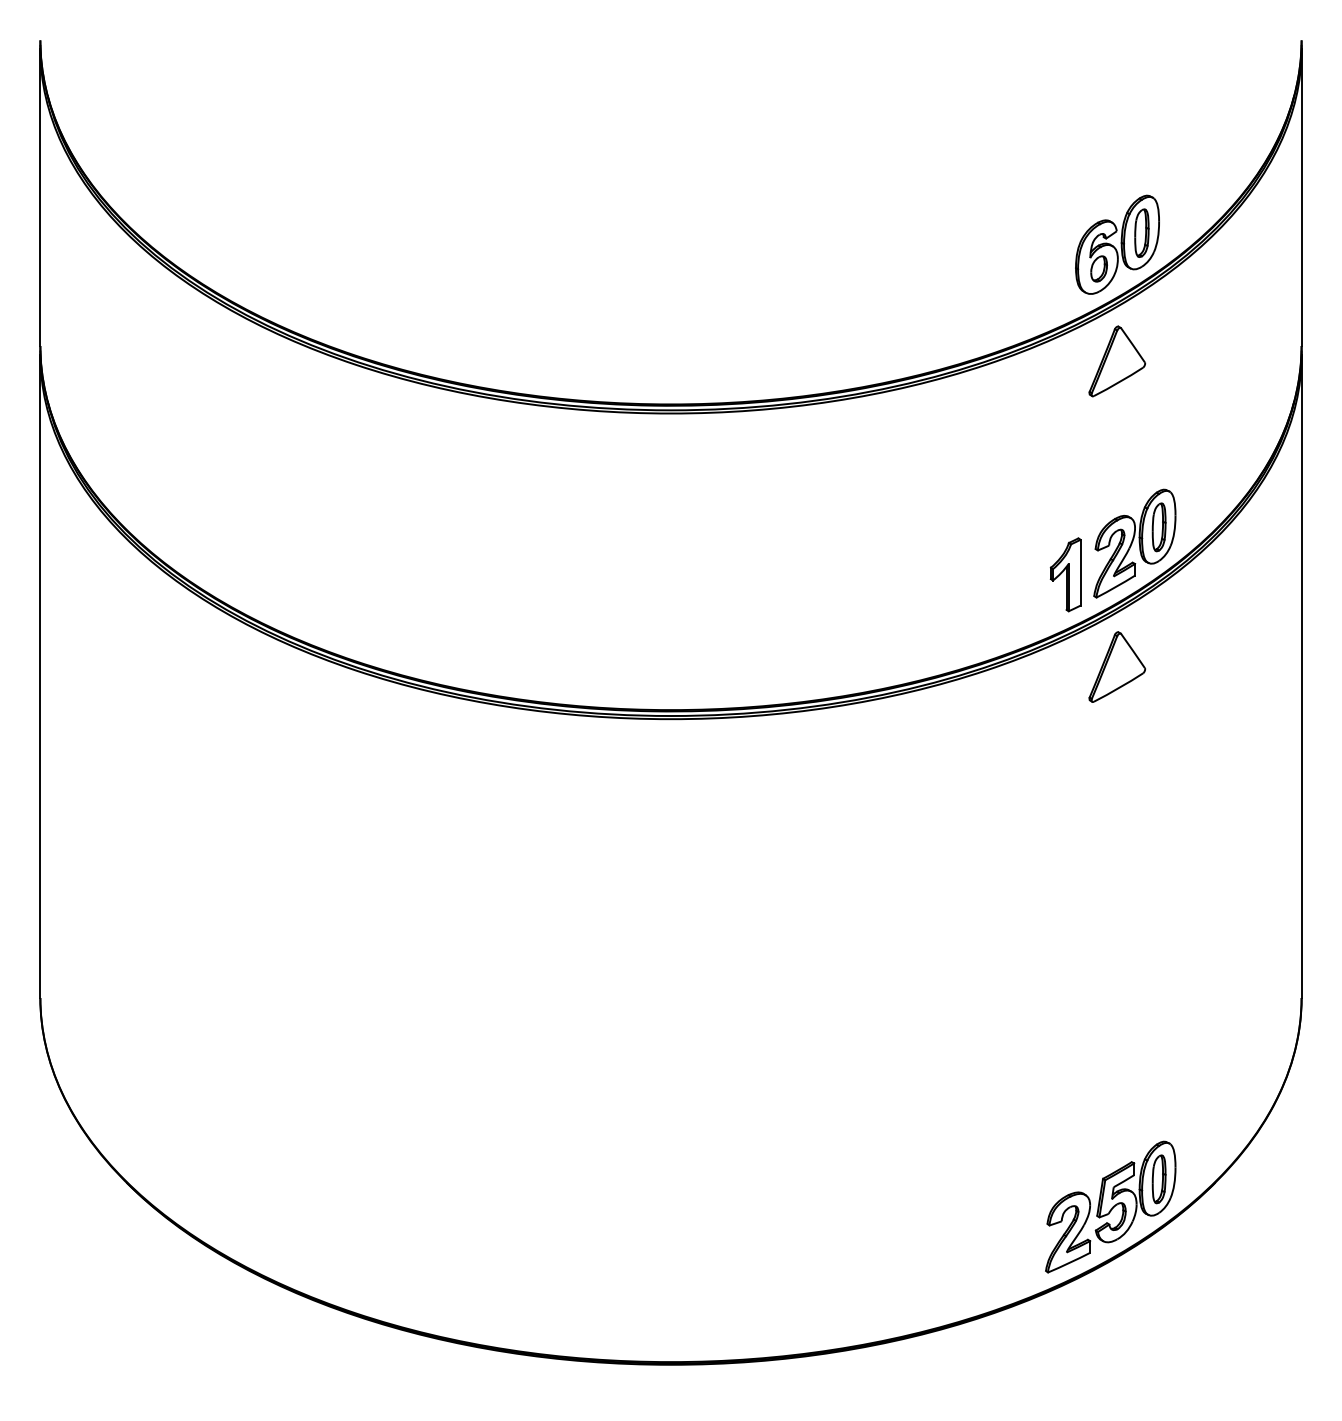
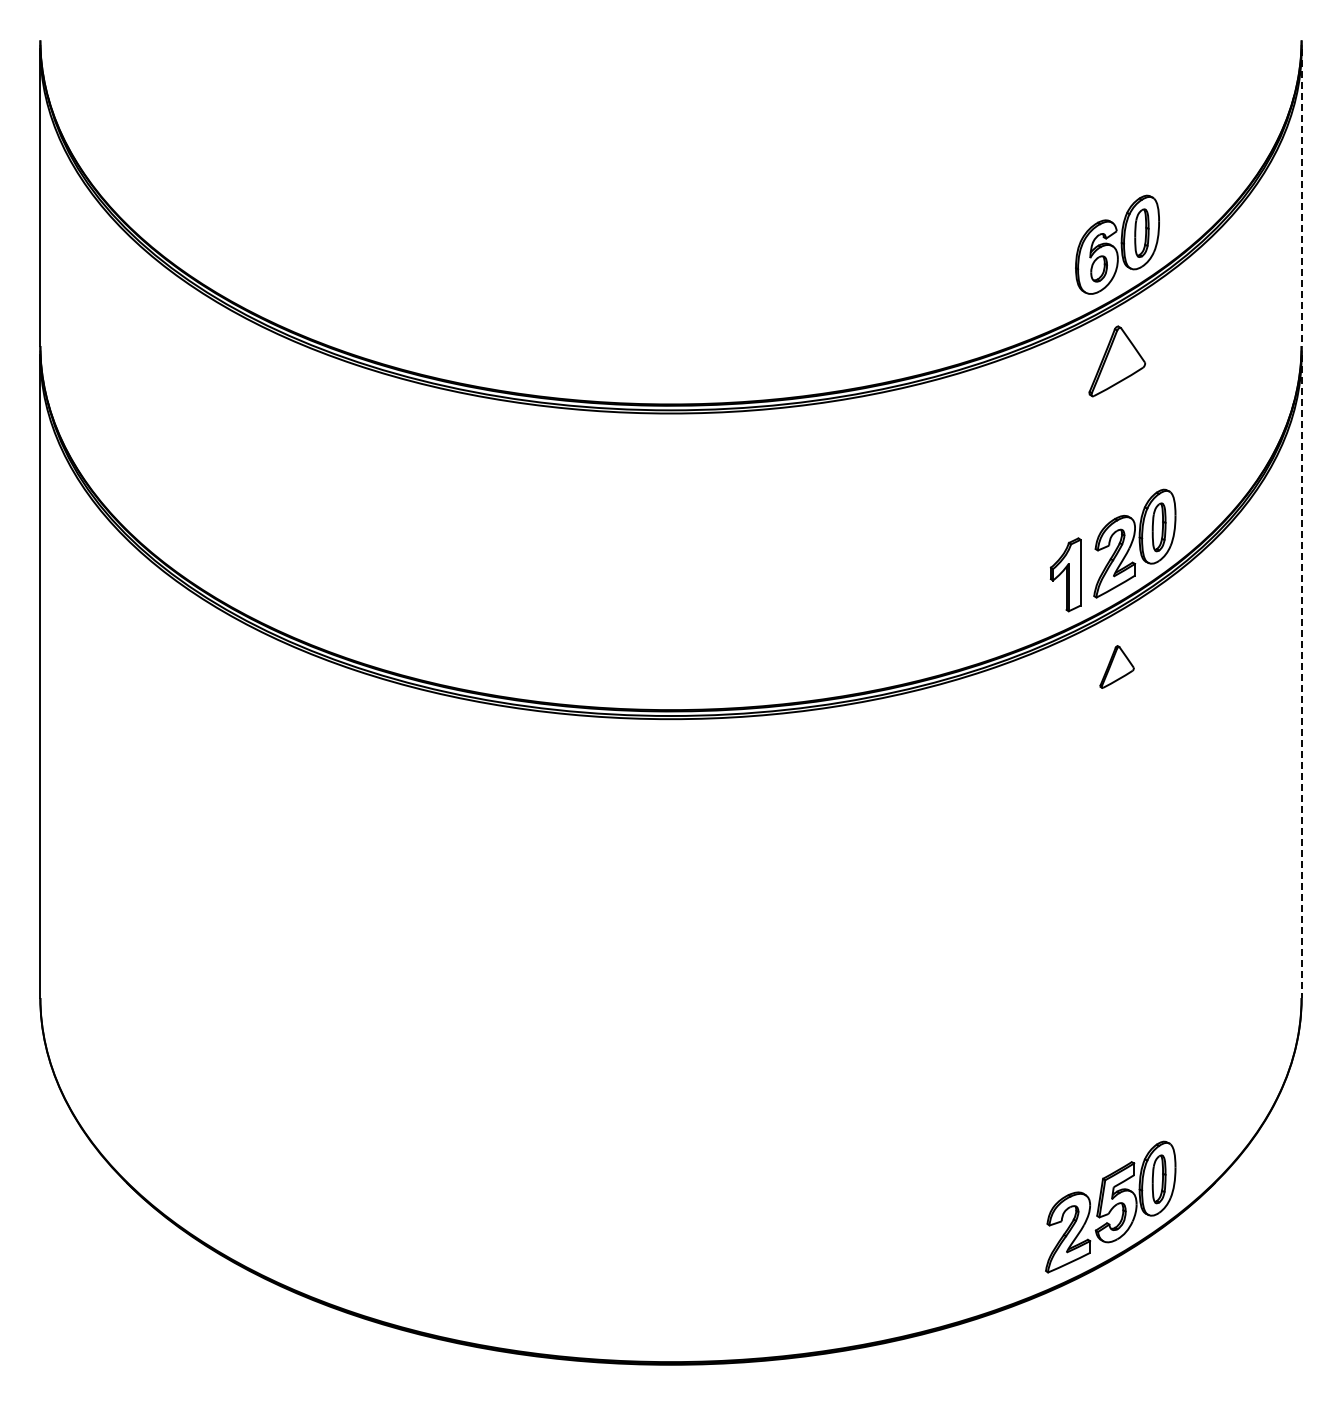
line at (1301, 198): solid -> dashed
part at (1116, 666) size: 58x72 px -> 36x44 px
line at (1301, 677): solid -> dashed
